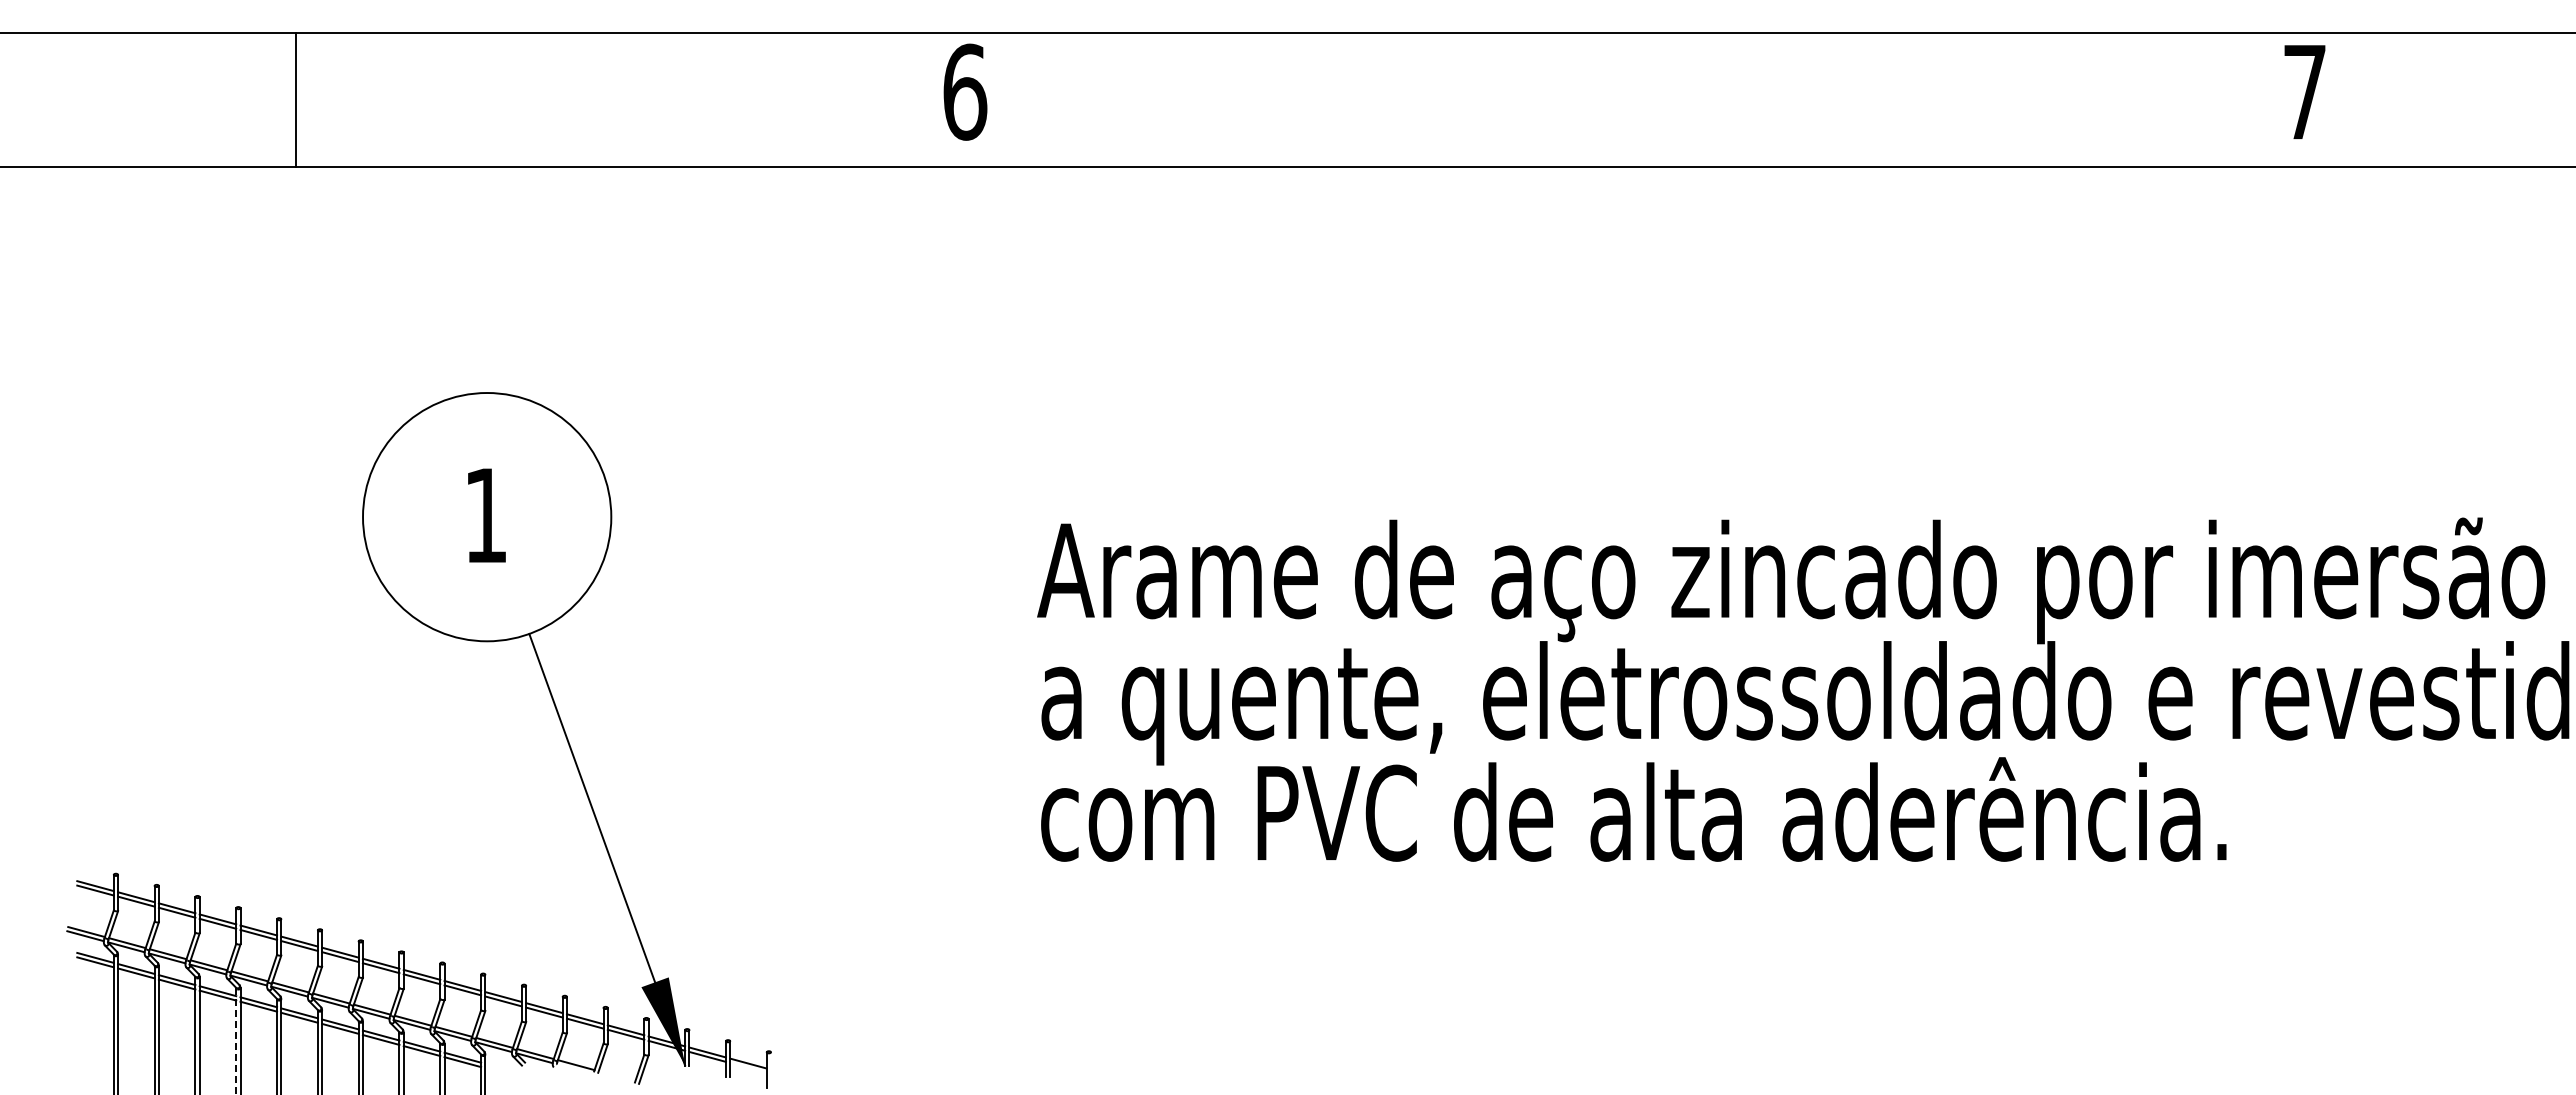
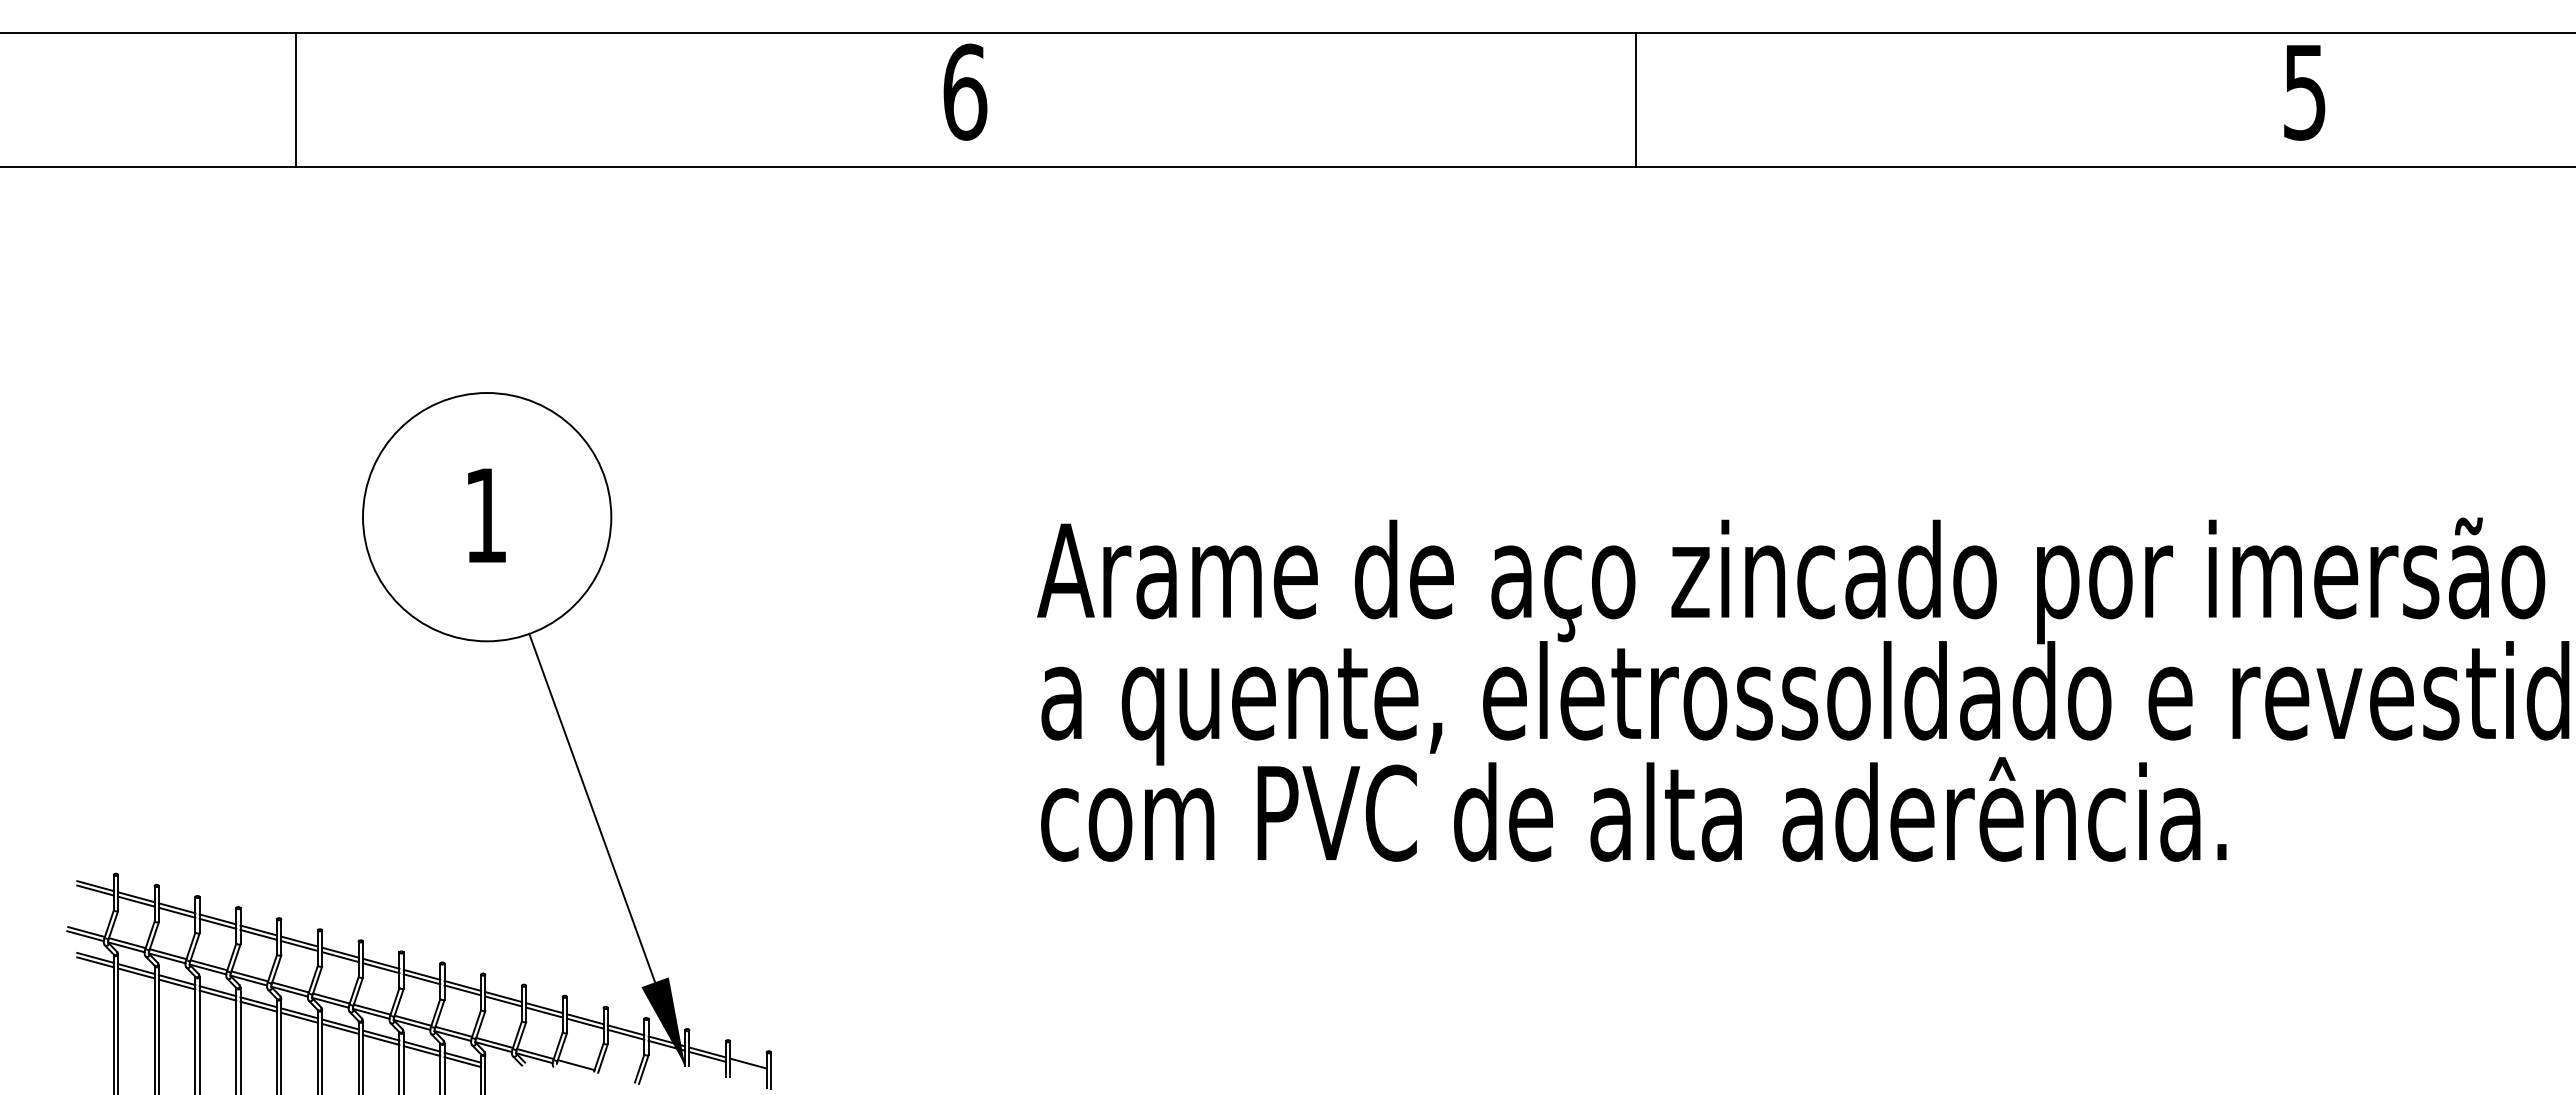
text at (2304, 92): 7 -> 5
line at (1636, 99): none -> present
line at (236, 1041): dashed -> solid
line at (771, 1070): none -> present
